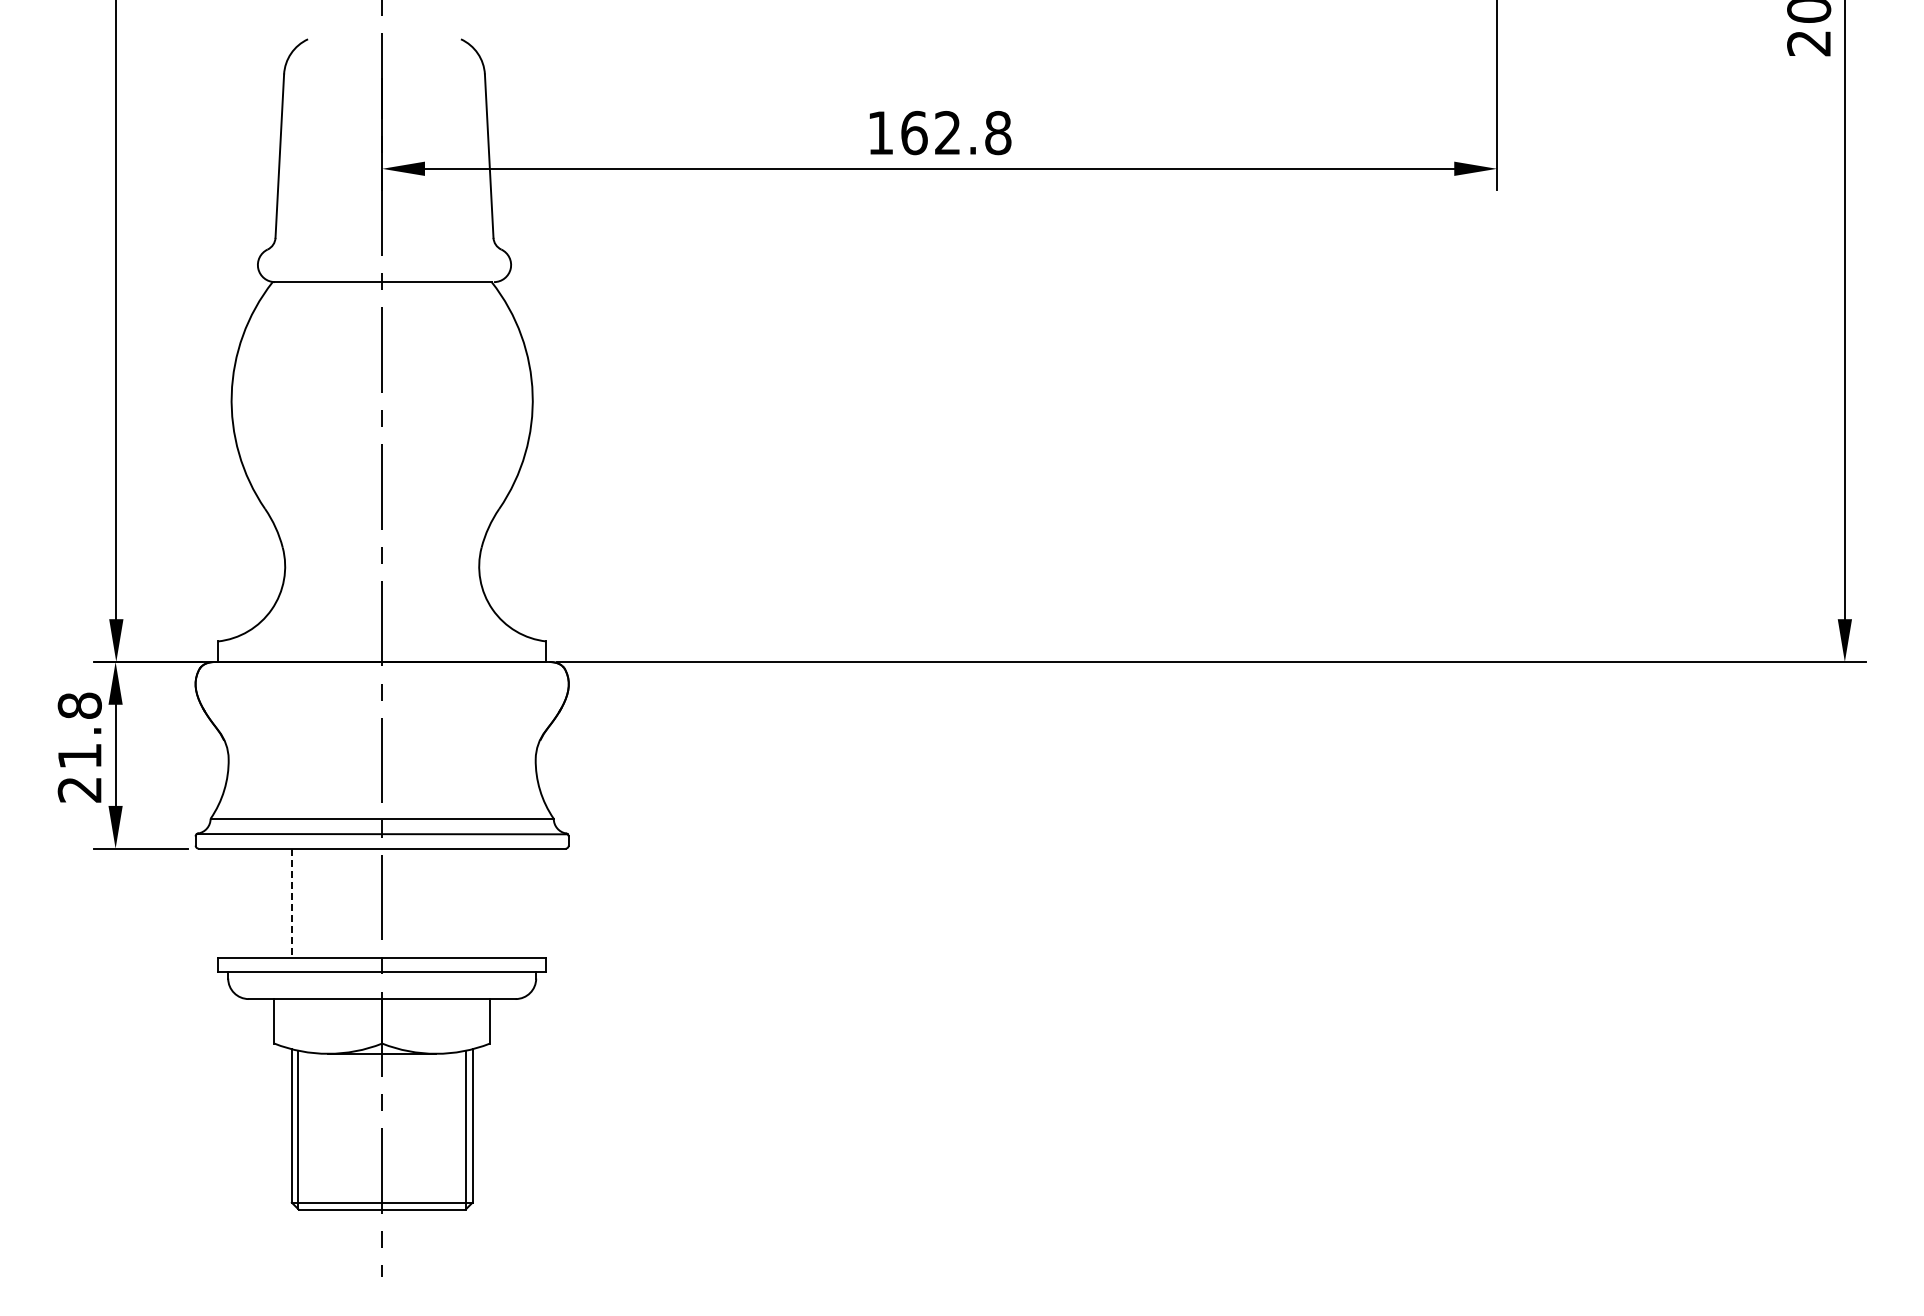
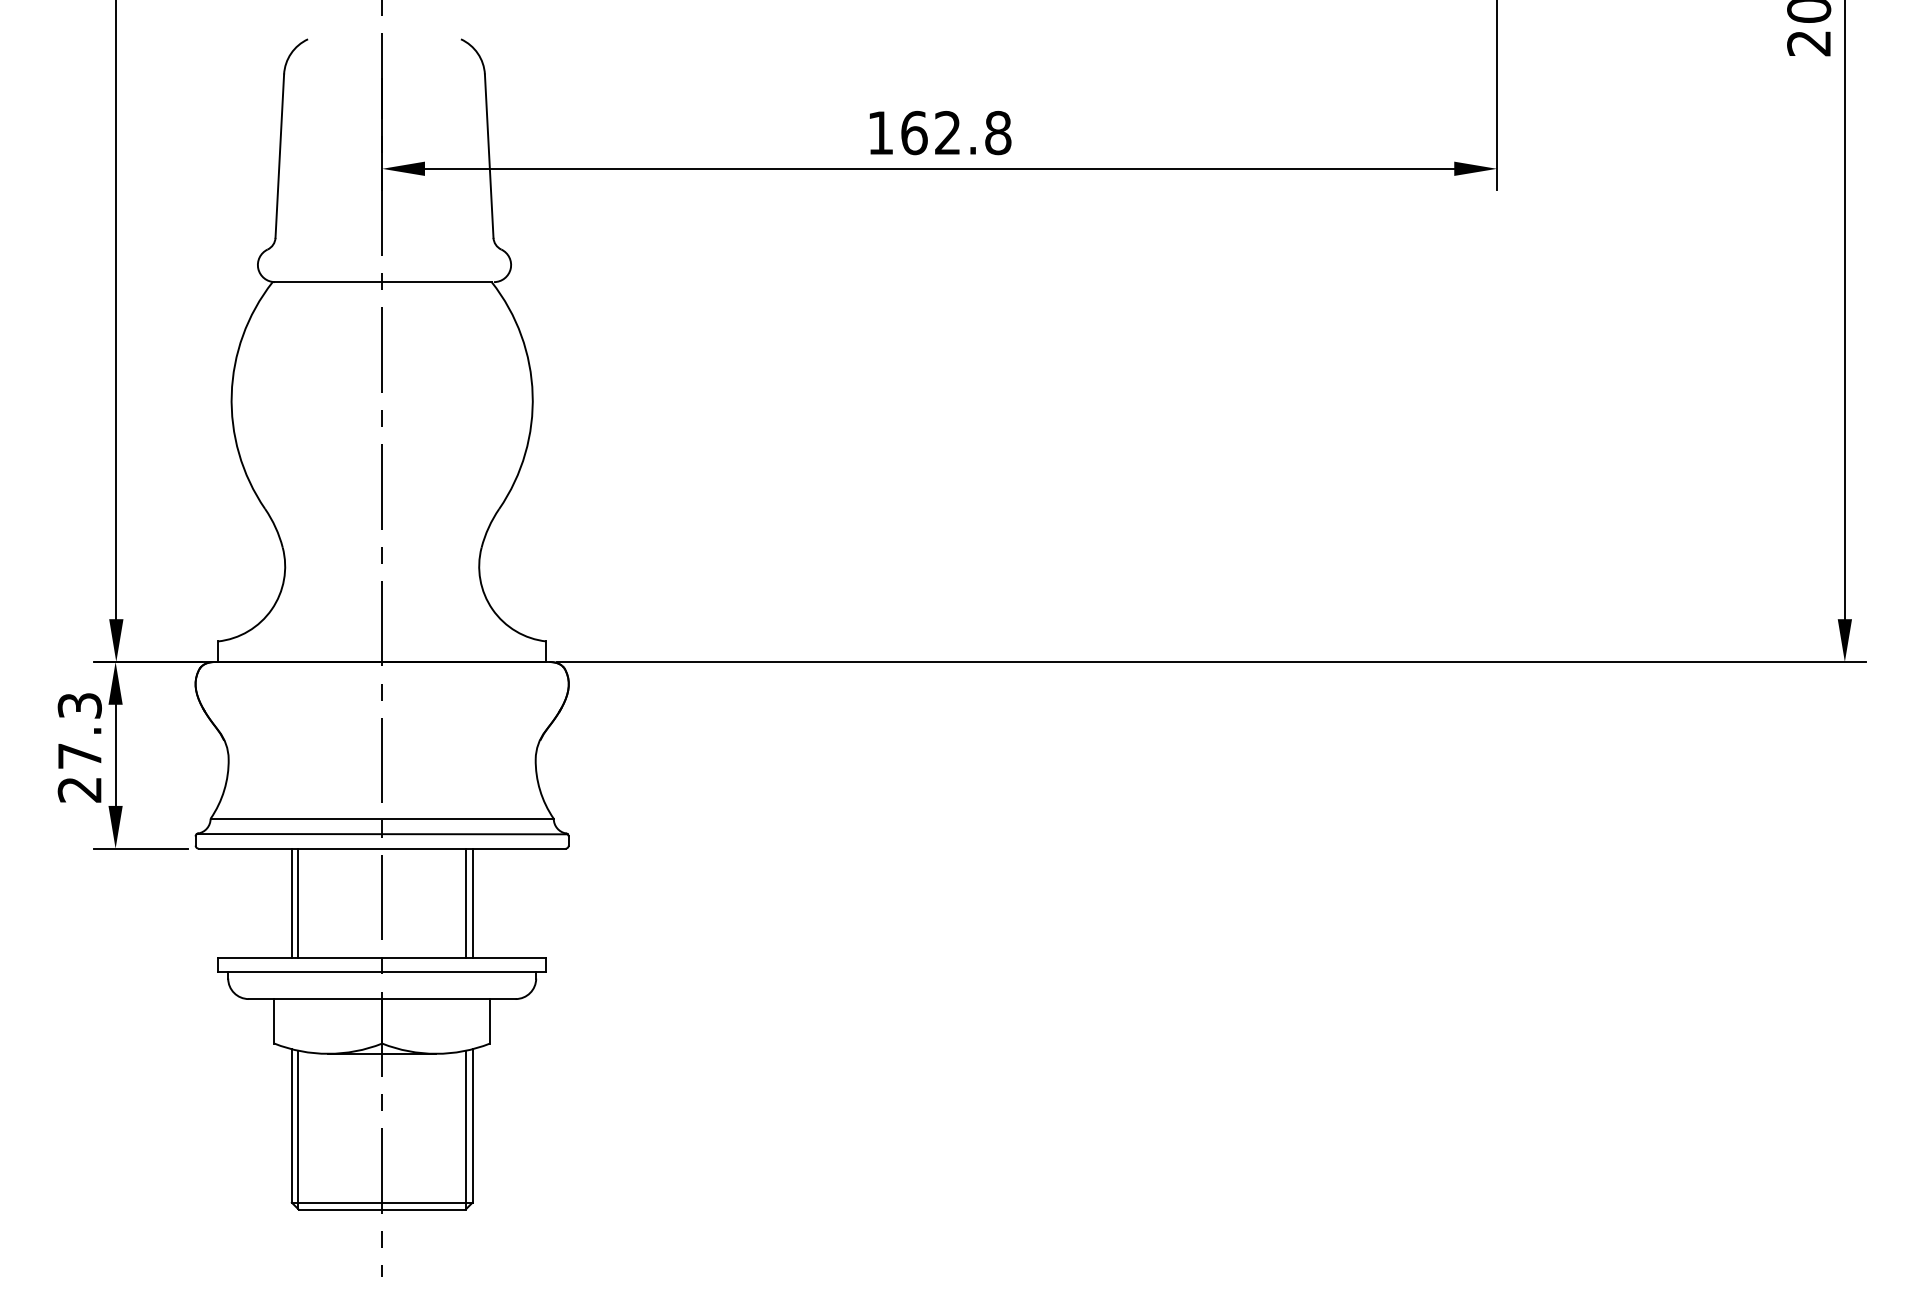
text at (79, 730): 21.8 -> 27.3
line at (291, 903): dashed -> solid
line at (298, 903): none -> present
line at (466, 903): none -> present
line at (472, 903): none -> present
